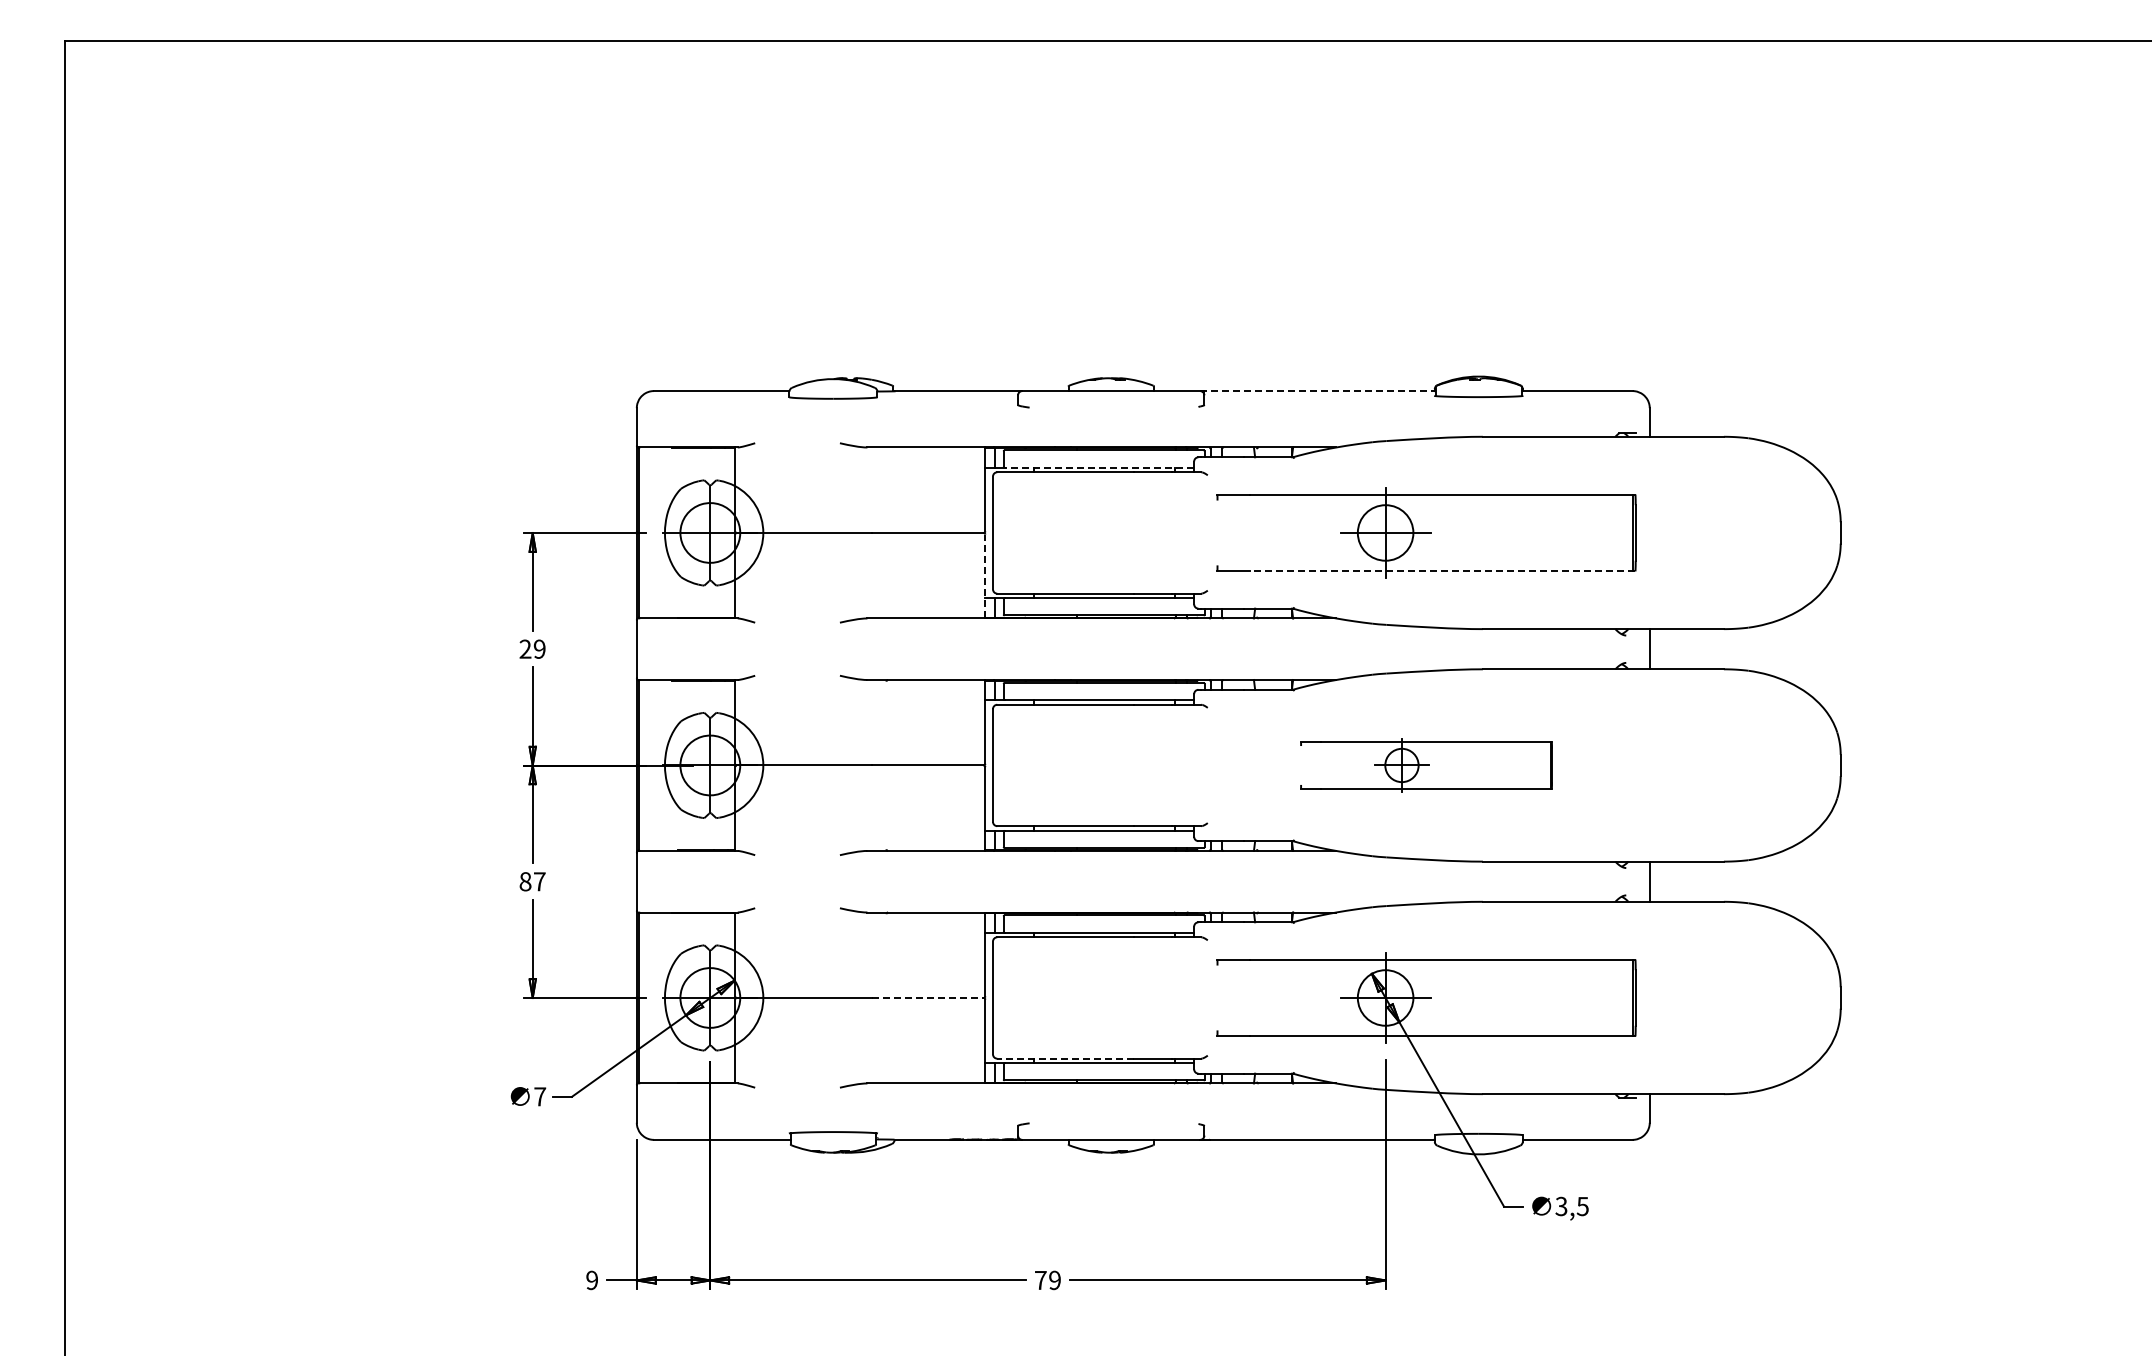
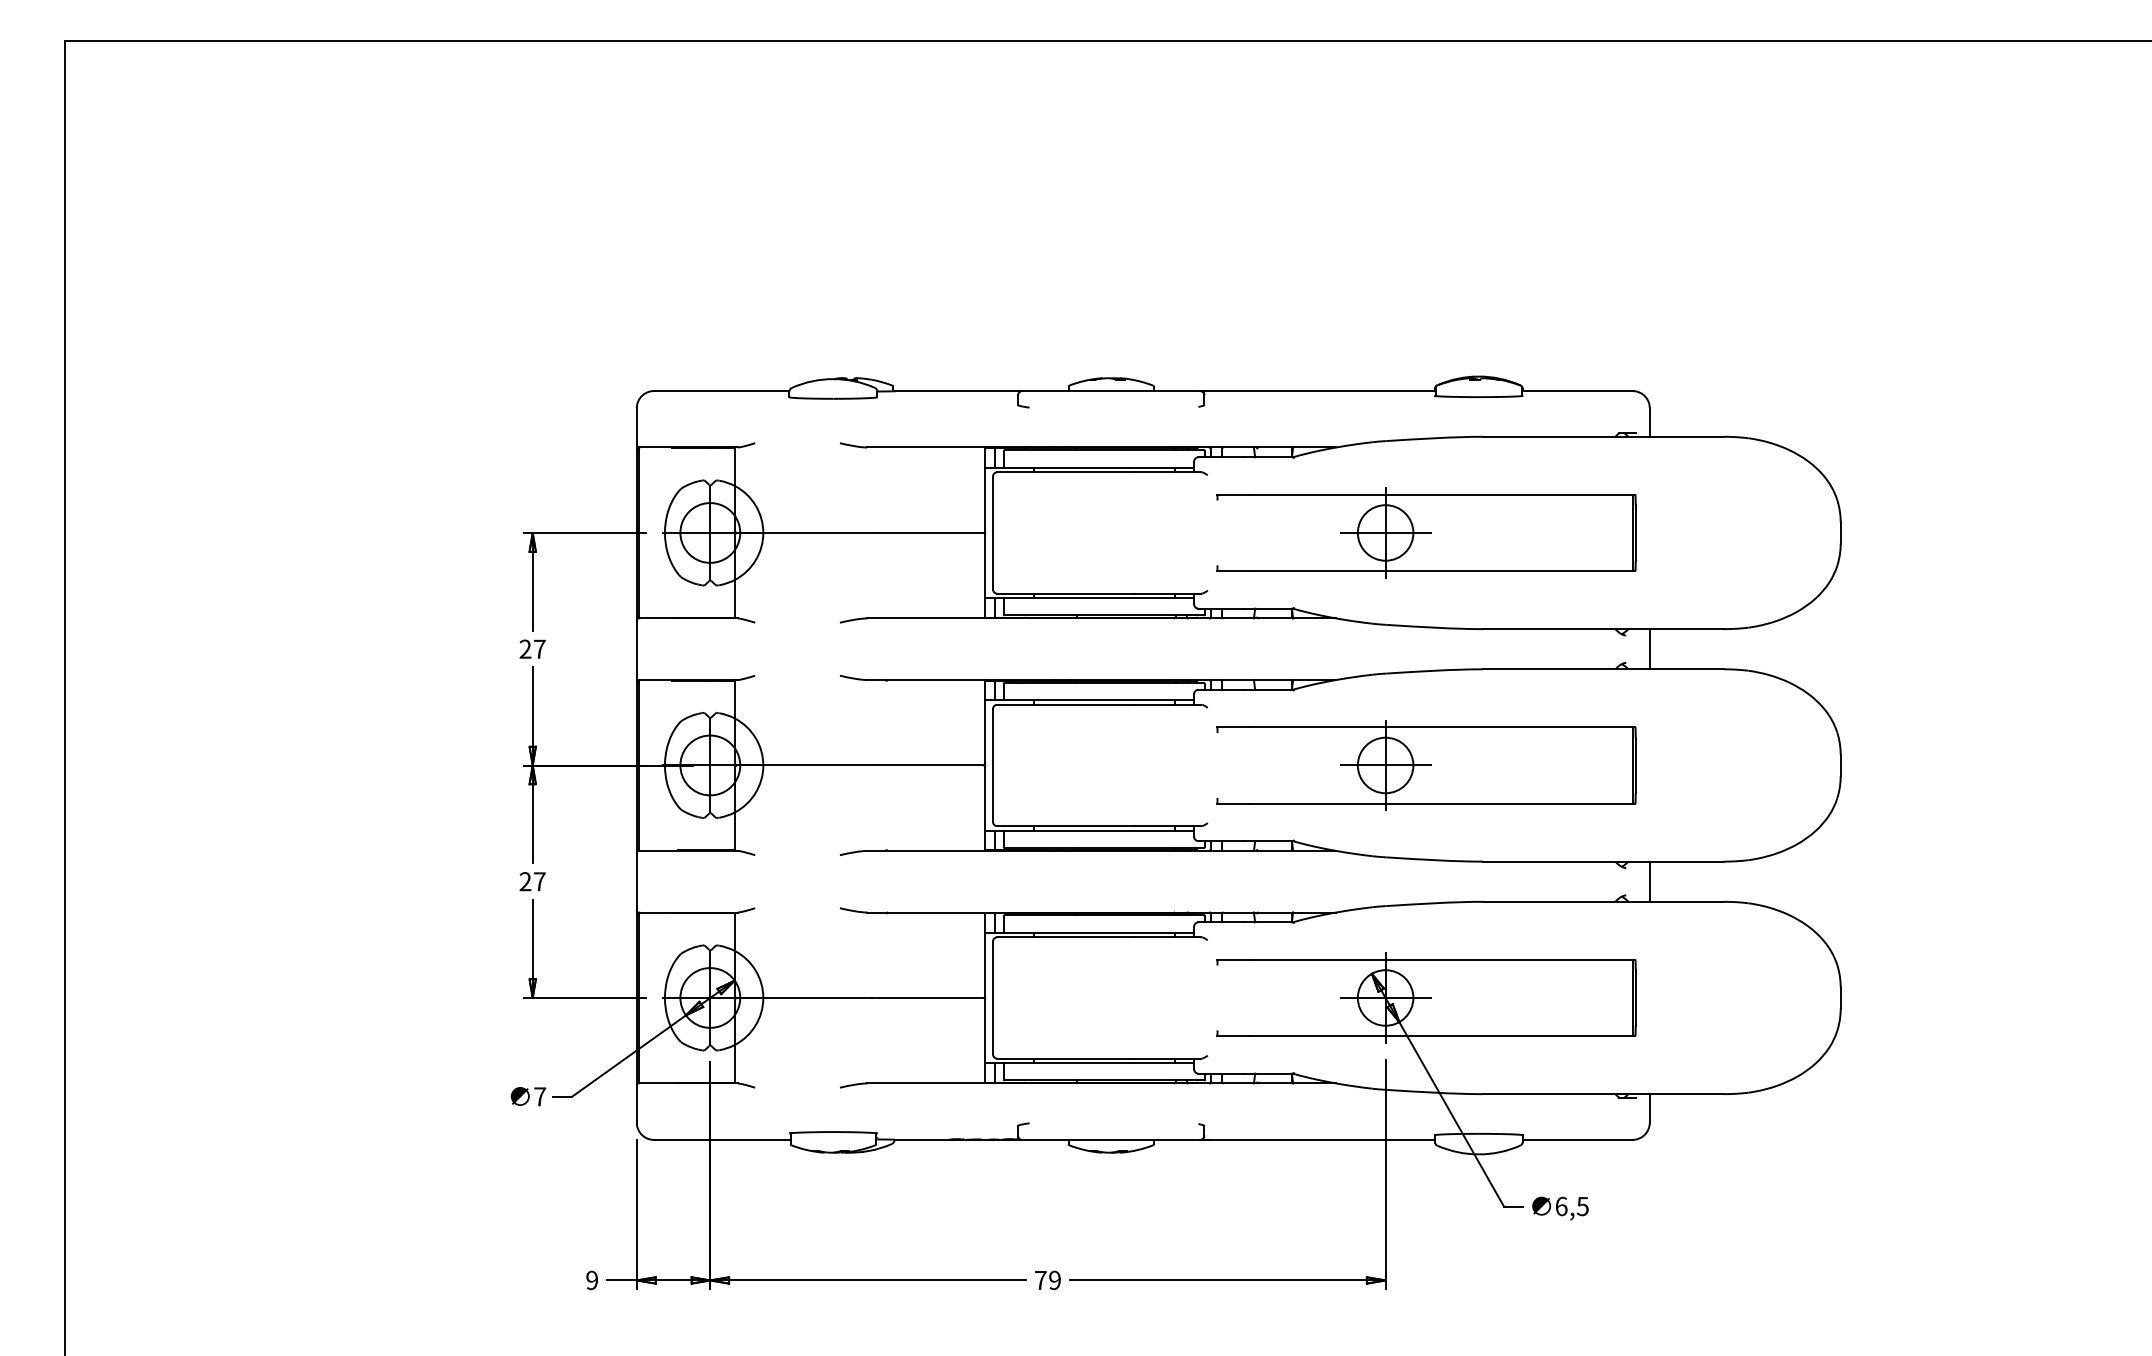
line at (1317, 391): dashed -> solid
line at (1099, 467): dashed -> solid
line at (1442, 571): dashed -> solid
line at (985, 576): dashed -> solid
text at (539, 648): 29 -> 27
part at (1426, 765) size: 253x55 px -> 421x91 px
text at (525, 881): 87 -> 27
line at (927, 997): dashed -> solid
line at (1065, 1058): dashed -> solid
text at (1561, 1206): 3,5 -> 6,5
